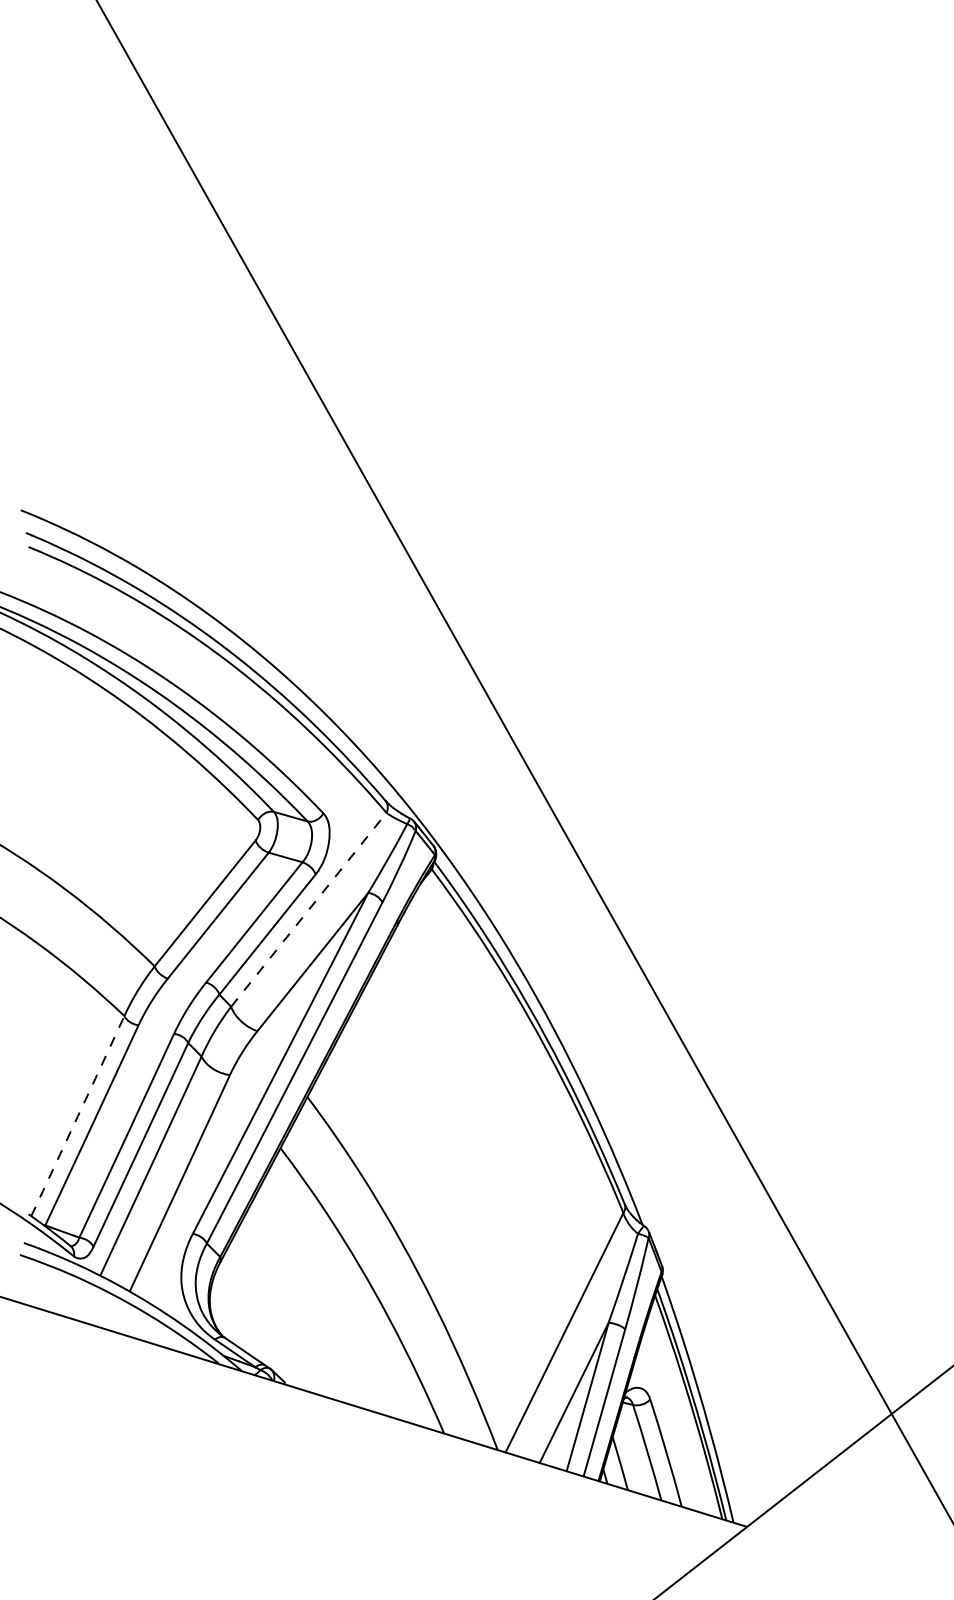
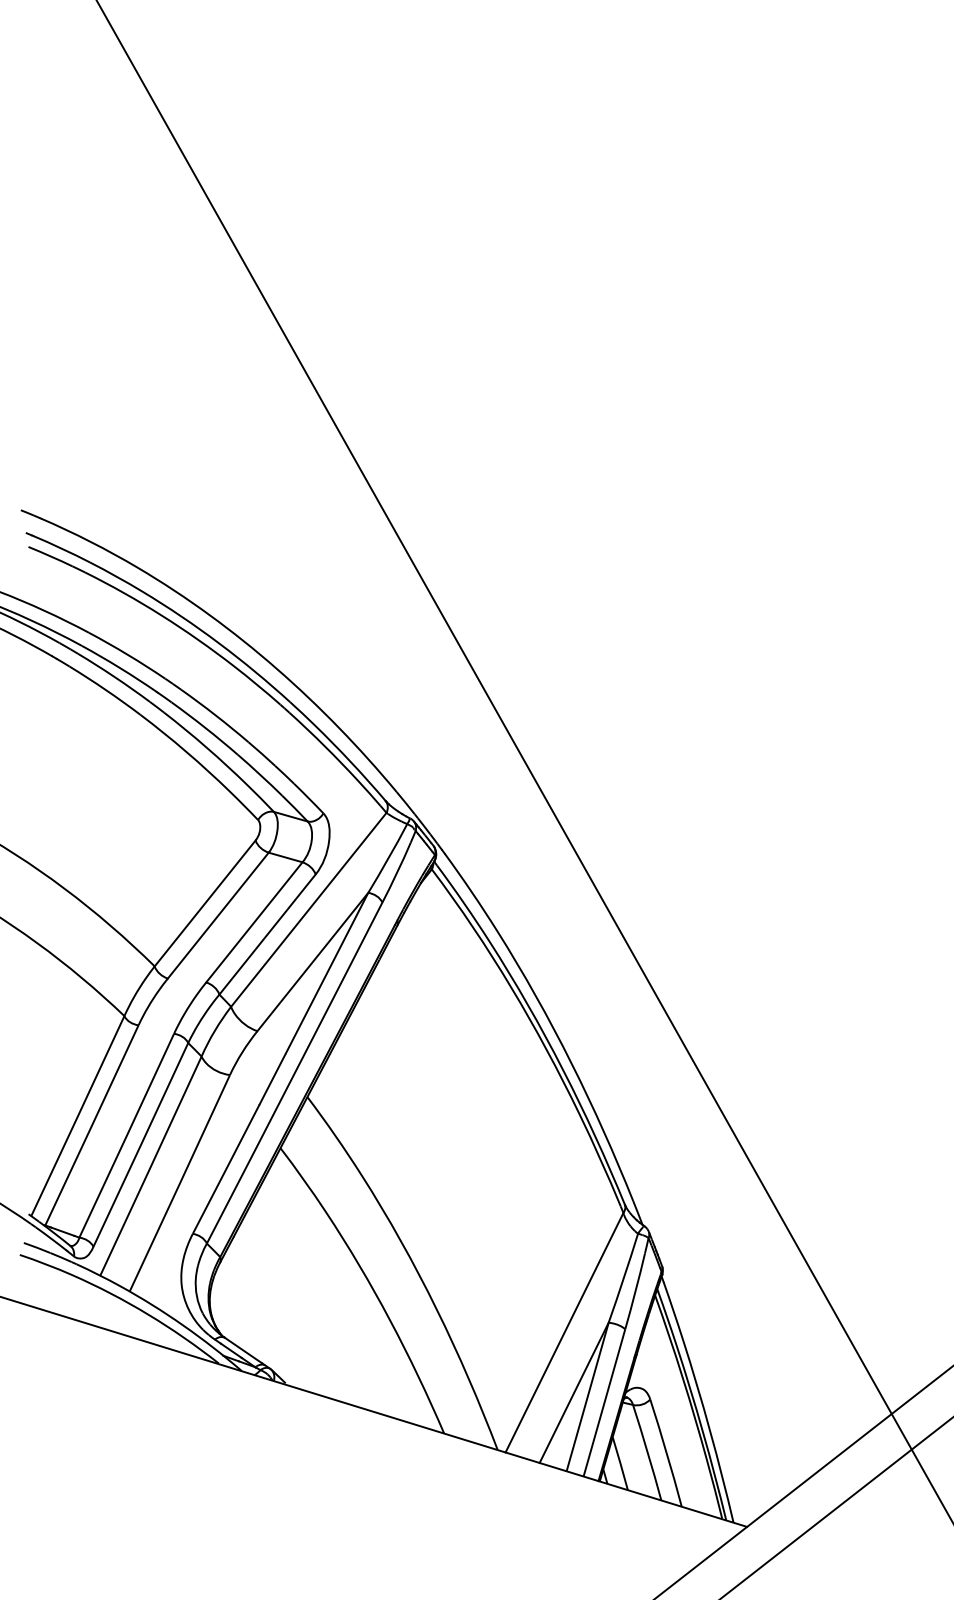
line at (309, 909): dashed -> solid
arc at (77, 1116): dashed -> solid
line at (836, 1507): none -> present
